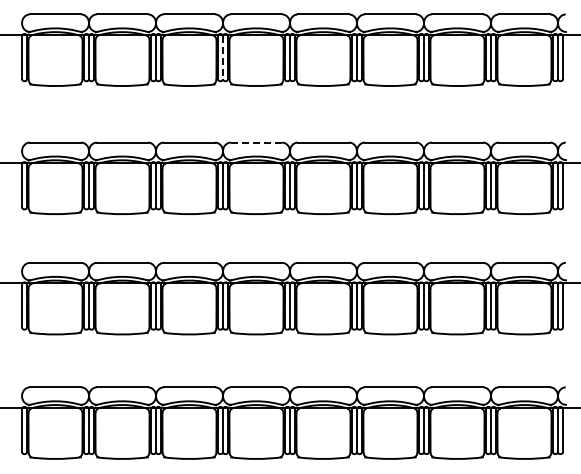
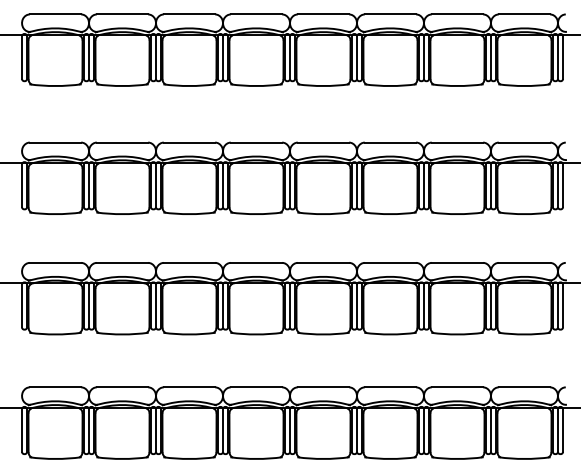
line at (223, 58): dashed -> solid
line at (256, 142): dashed -> solid
